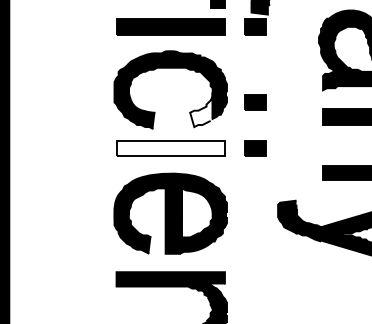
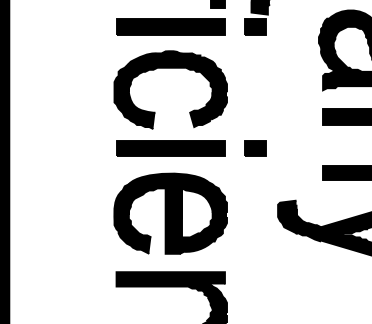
part at (255, 102): present -> none
fill at (201, 109): none -> present
fill at (170, 148): none -> present
